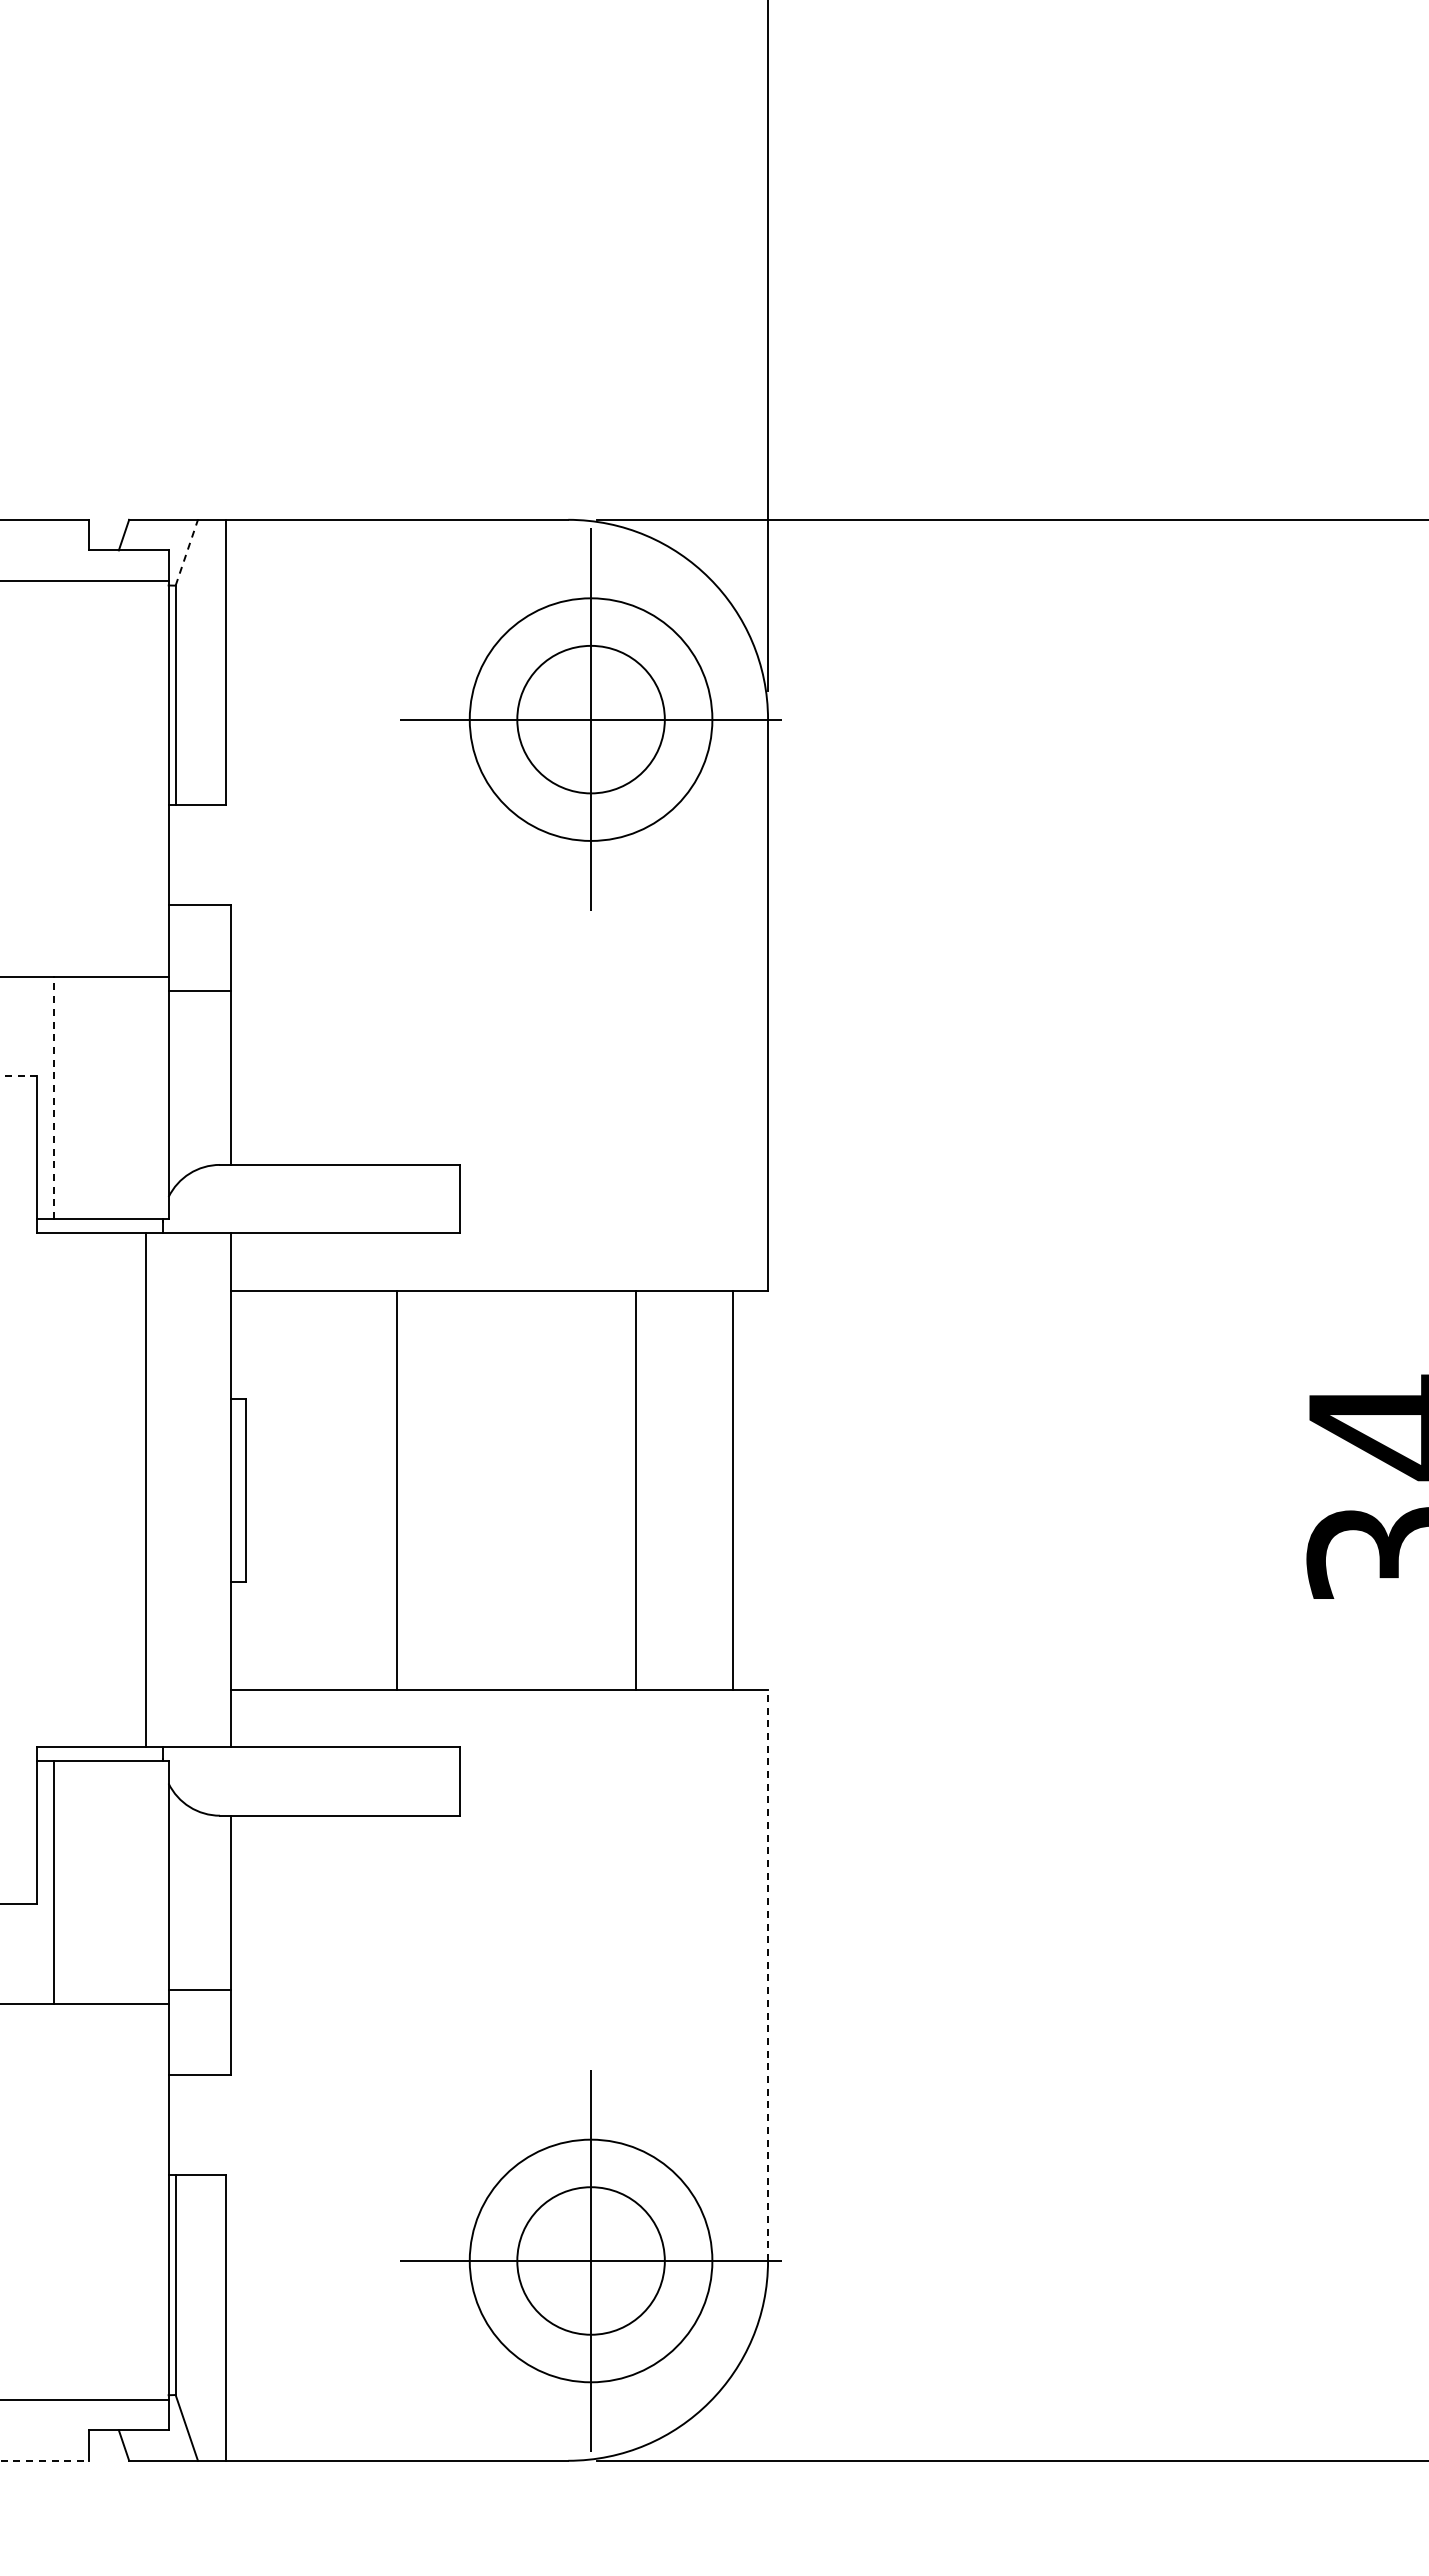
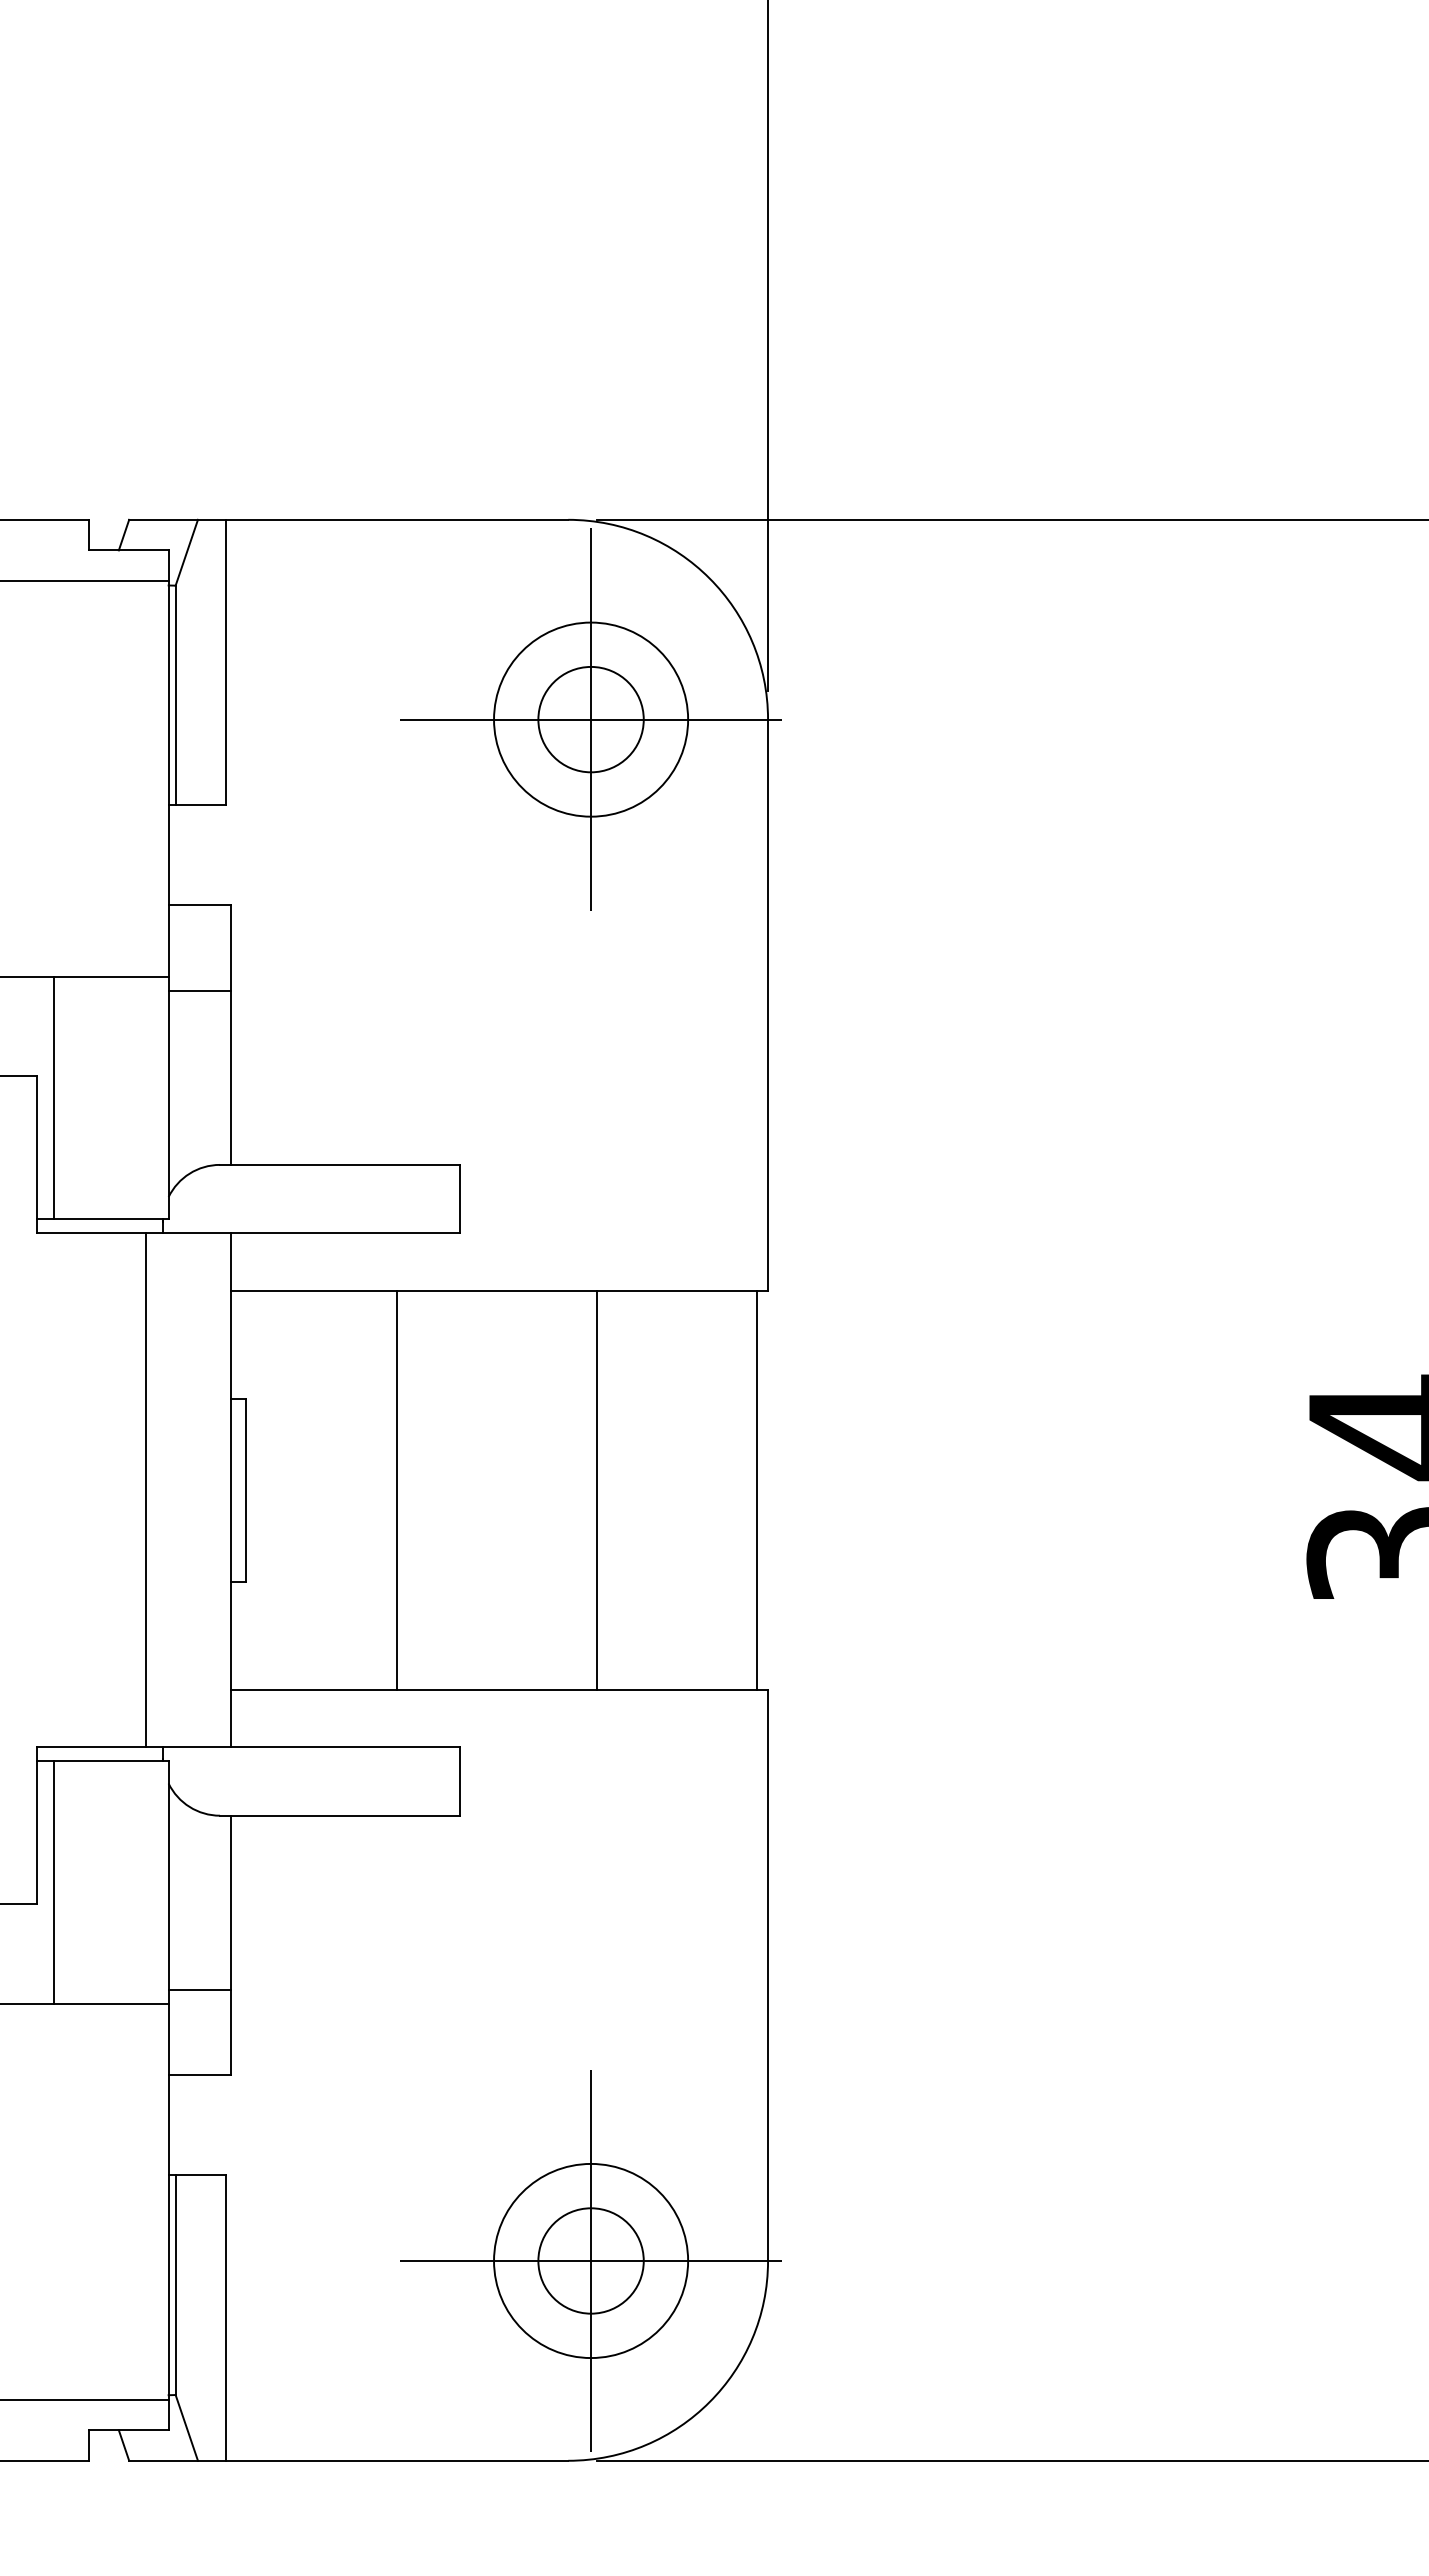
line at (186, 552): dashed -> solid
circle at (590, 719) diameter: 148 px -> 105 px
circle at (590, 719) diameter: 243 px -> 194 px
line at (18, 1076): dashed -> solid
line at (54, 1097): dashed -> solid
line at (635, 1490) position: (635, 1490) -> (596, 1490)
line at (732, 1490) position: (732, 1490) -> (756, 1490)
line at (768, 1975): dashed -> solid
circle at (590, 2260) diameter: 148 px -> 105 px
circle at (590, 2260) diameter: 243 px -> 194 px
line at (44, 2460): dashed -> solid
